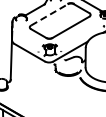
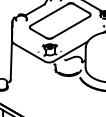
line at (49, 14): dashed -> solid
